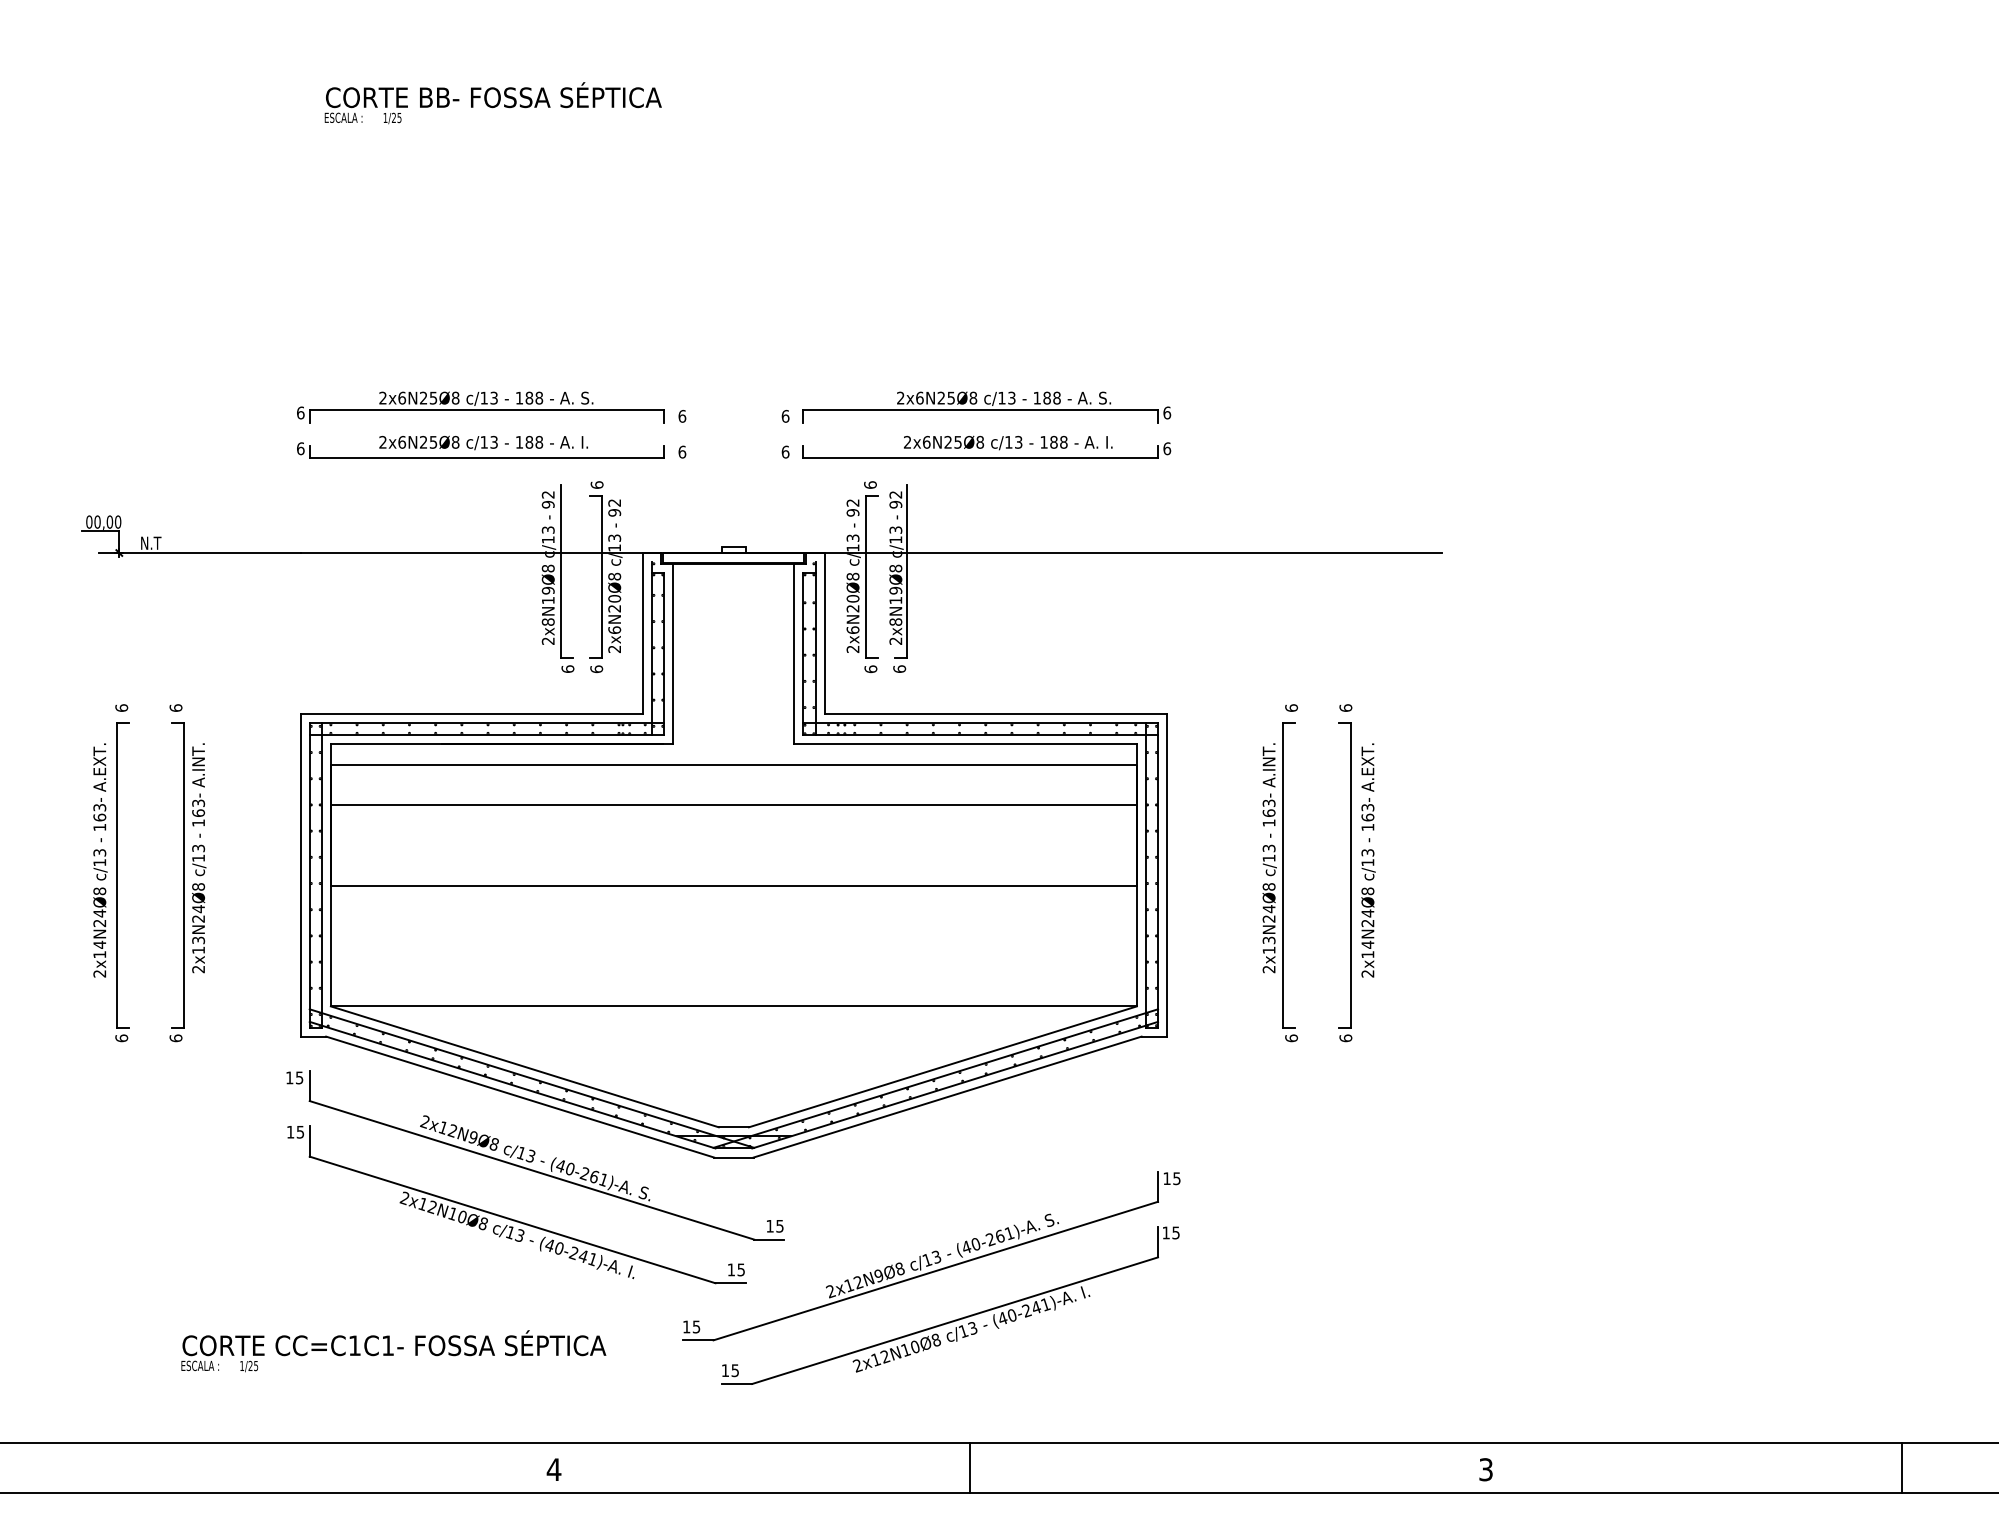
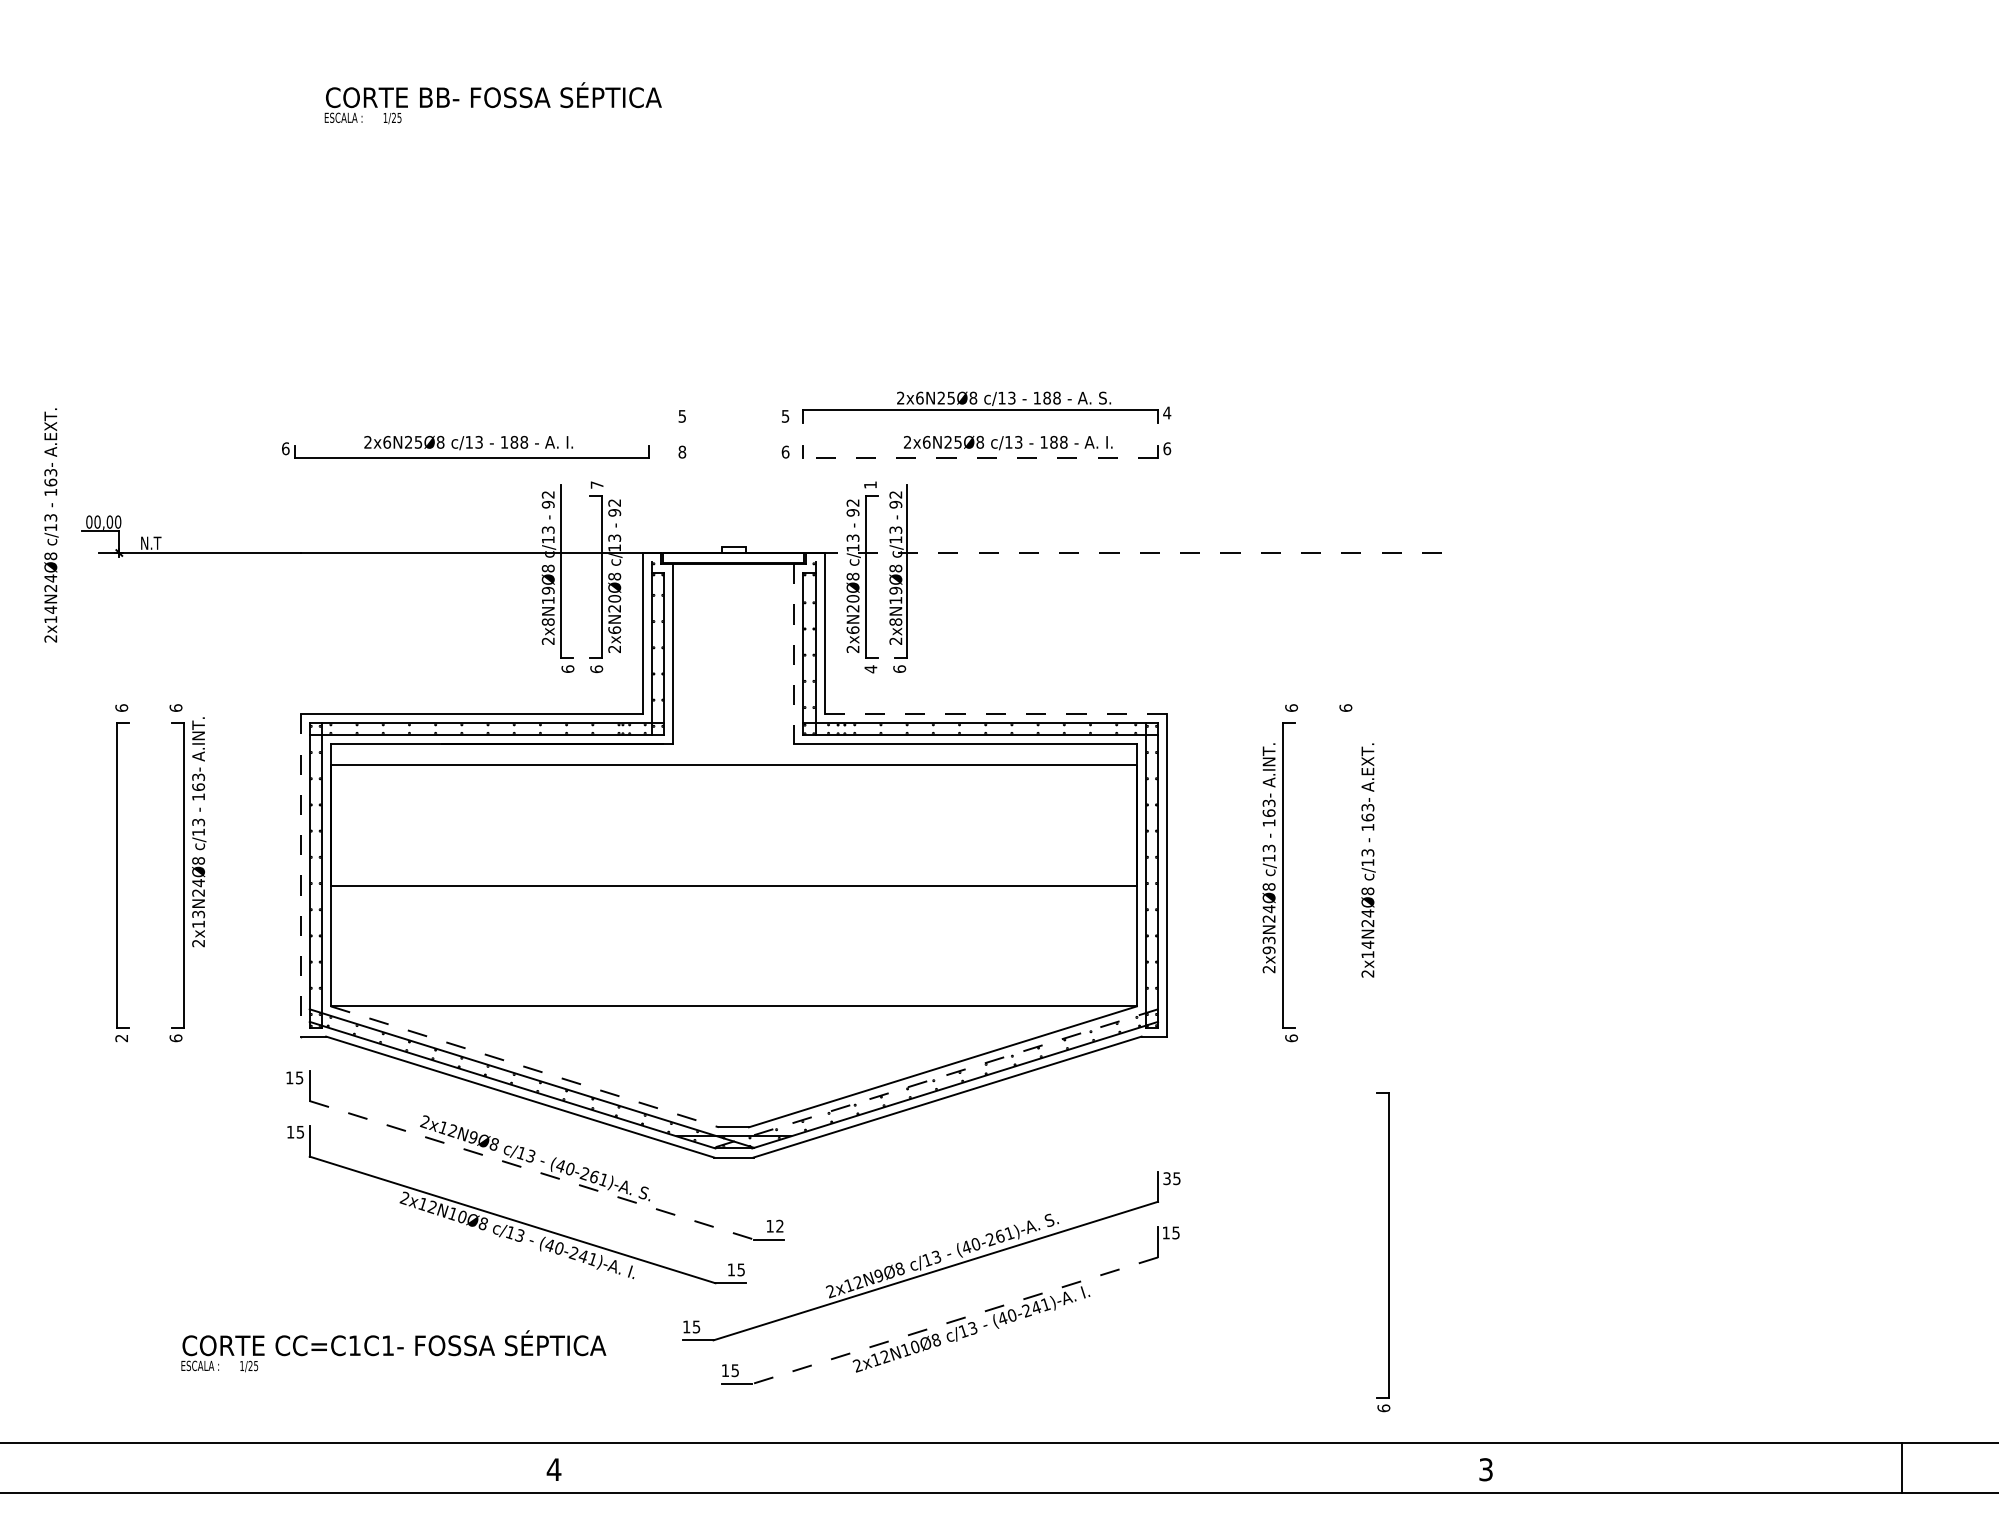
part at (480, 407): present -> none
text at (1167, 412): 6 -> 4
text at (682, 415): 6 -> 5
text at (785, 415): 6 -> 5
part at (480, 446) position: (480, 446) -> (465, 446)
text at (682, 451): 6 -> 8
line at (980, 458): solid -> dashed
text at (596, 484): 6 -> 7
text at (870, 484): 6 -> 1
line at (1133, 553): solid -> dashed
line at (794, 654): solid -> dashed
text at (870, 669): 6 -> 4
line at (995, 714): solid -> dashed
line at (733, 804): present -> none
text at (199, 858) position: (199, 858) -> (199, 832)
text at (100, 860) position: (100, 860) -> (51, 525)
line at (300, 875): solid -> dashed
part at (1345, 882) position: (1345, 882) -> (1383, 1252)
text at (1268, 950): 2x13N24Ø8 -> 2x93N24Ø8
text at (121, 1038): 6 -> 2
line at (525, 1067): solid -> dashed
line at (935, 1078): solid -> dashed
line at (531, 1170): solid -> dashed
text at (1166, 1178): 15 -> 35
text at (779, 1225): 15 -> 12
line at (955, 1320): solid -> dashed
line at (970, 1467): present -> none
